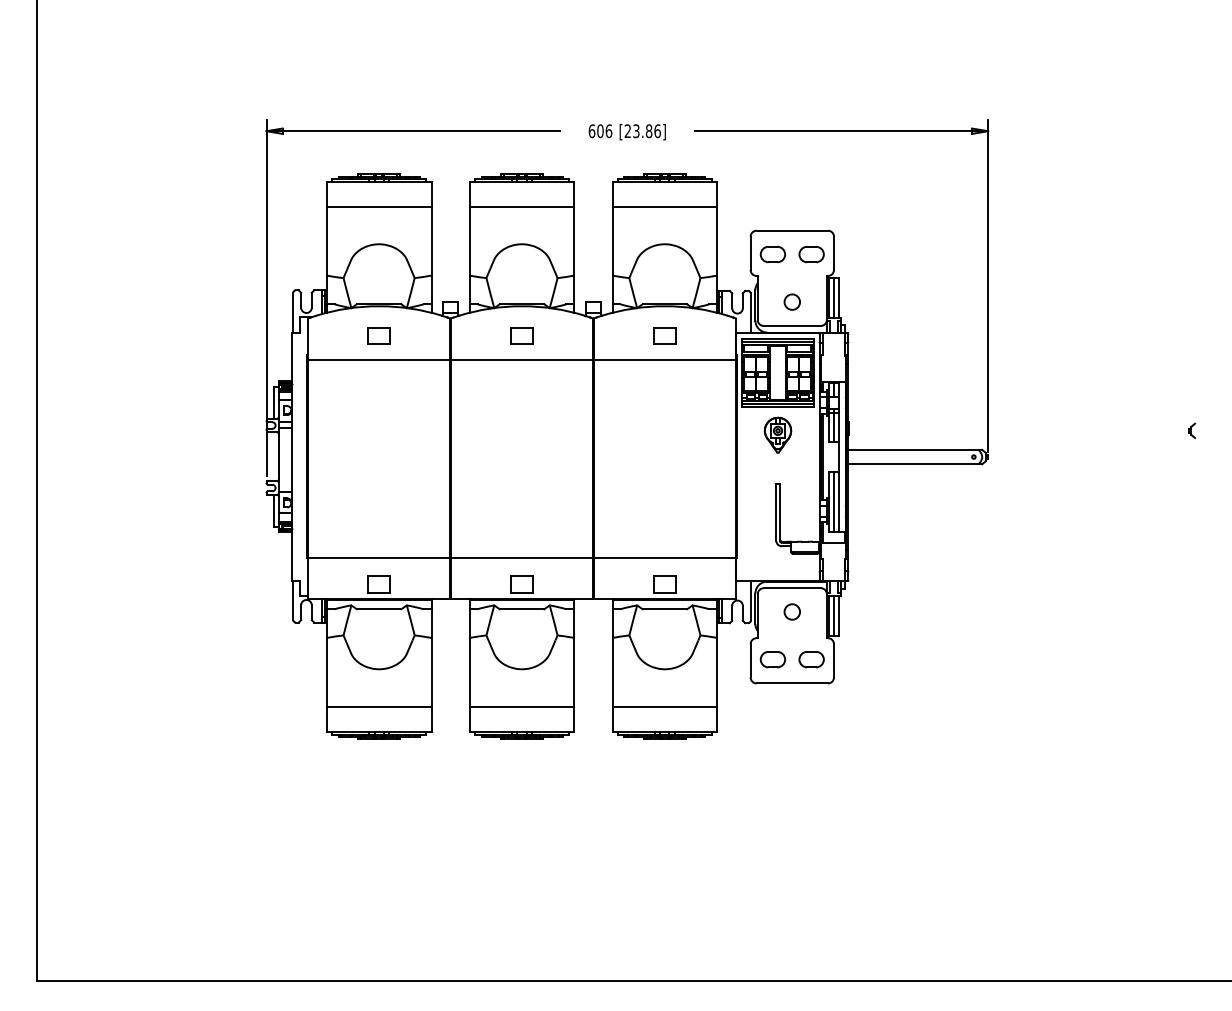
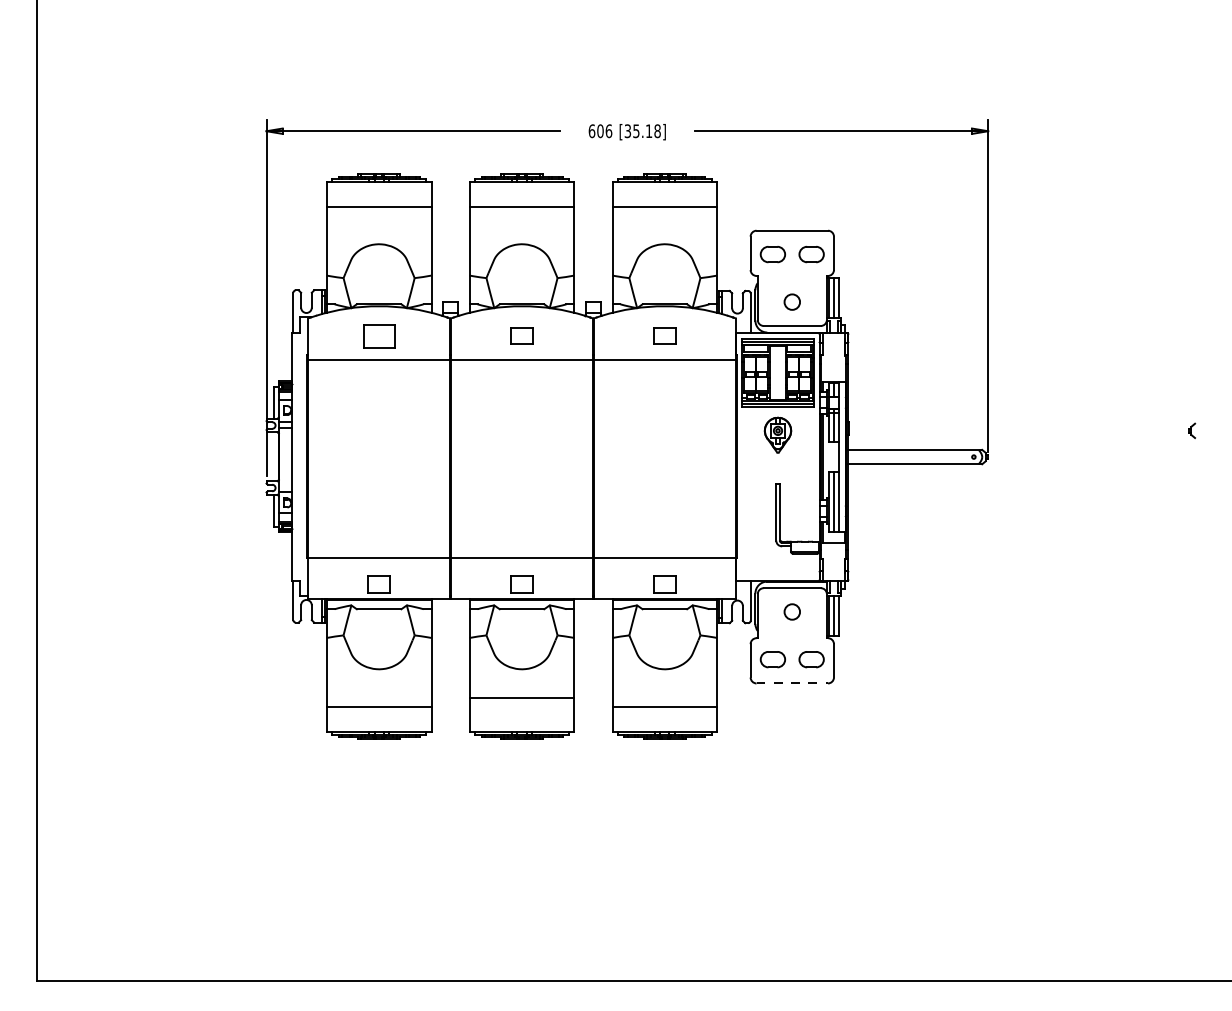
text at (642, 131): [23.86] -> [35.18]
part at (378, 335) size: 24x18 px -> 33x25 px
line at (792, 683): solid -> dashed
line at (521, 707) position: (521, 707) -> (521, 698)
